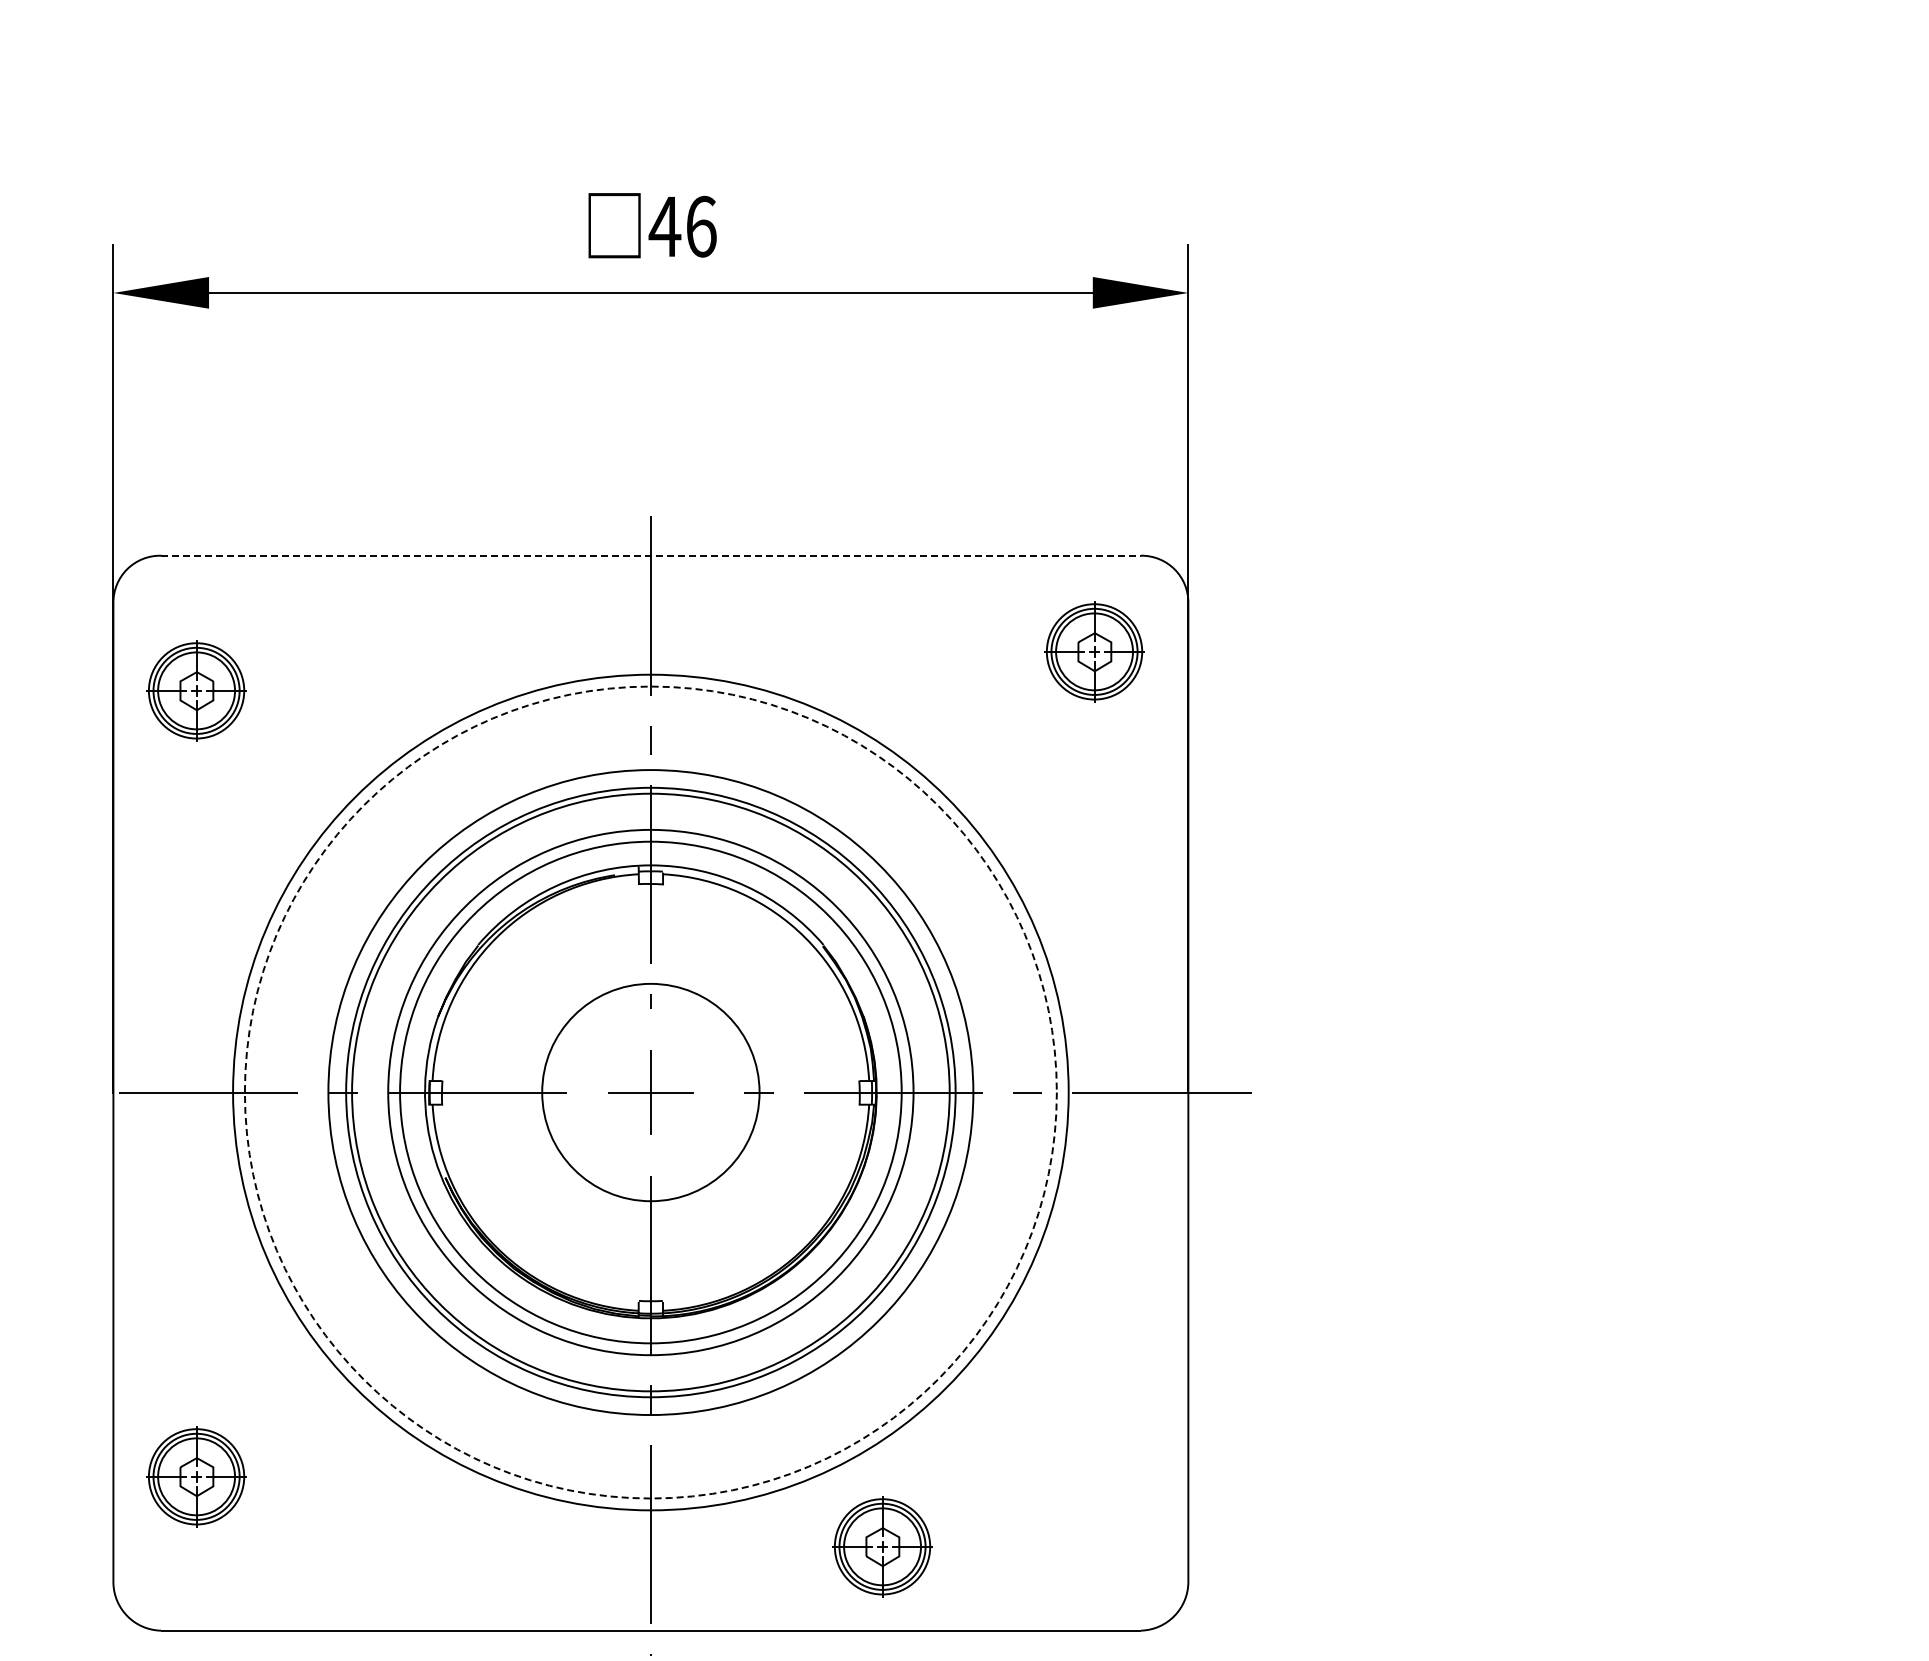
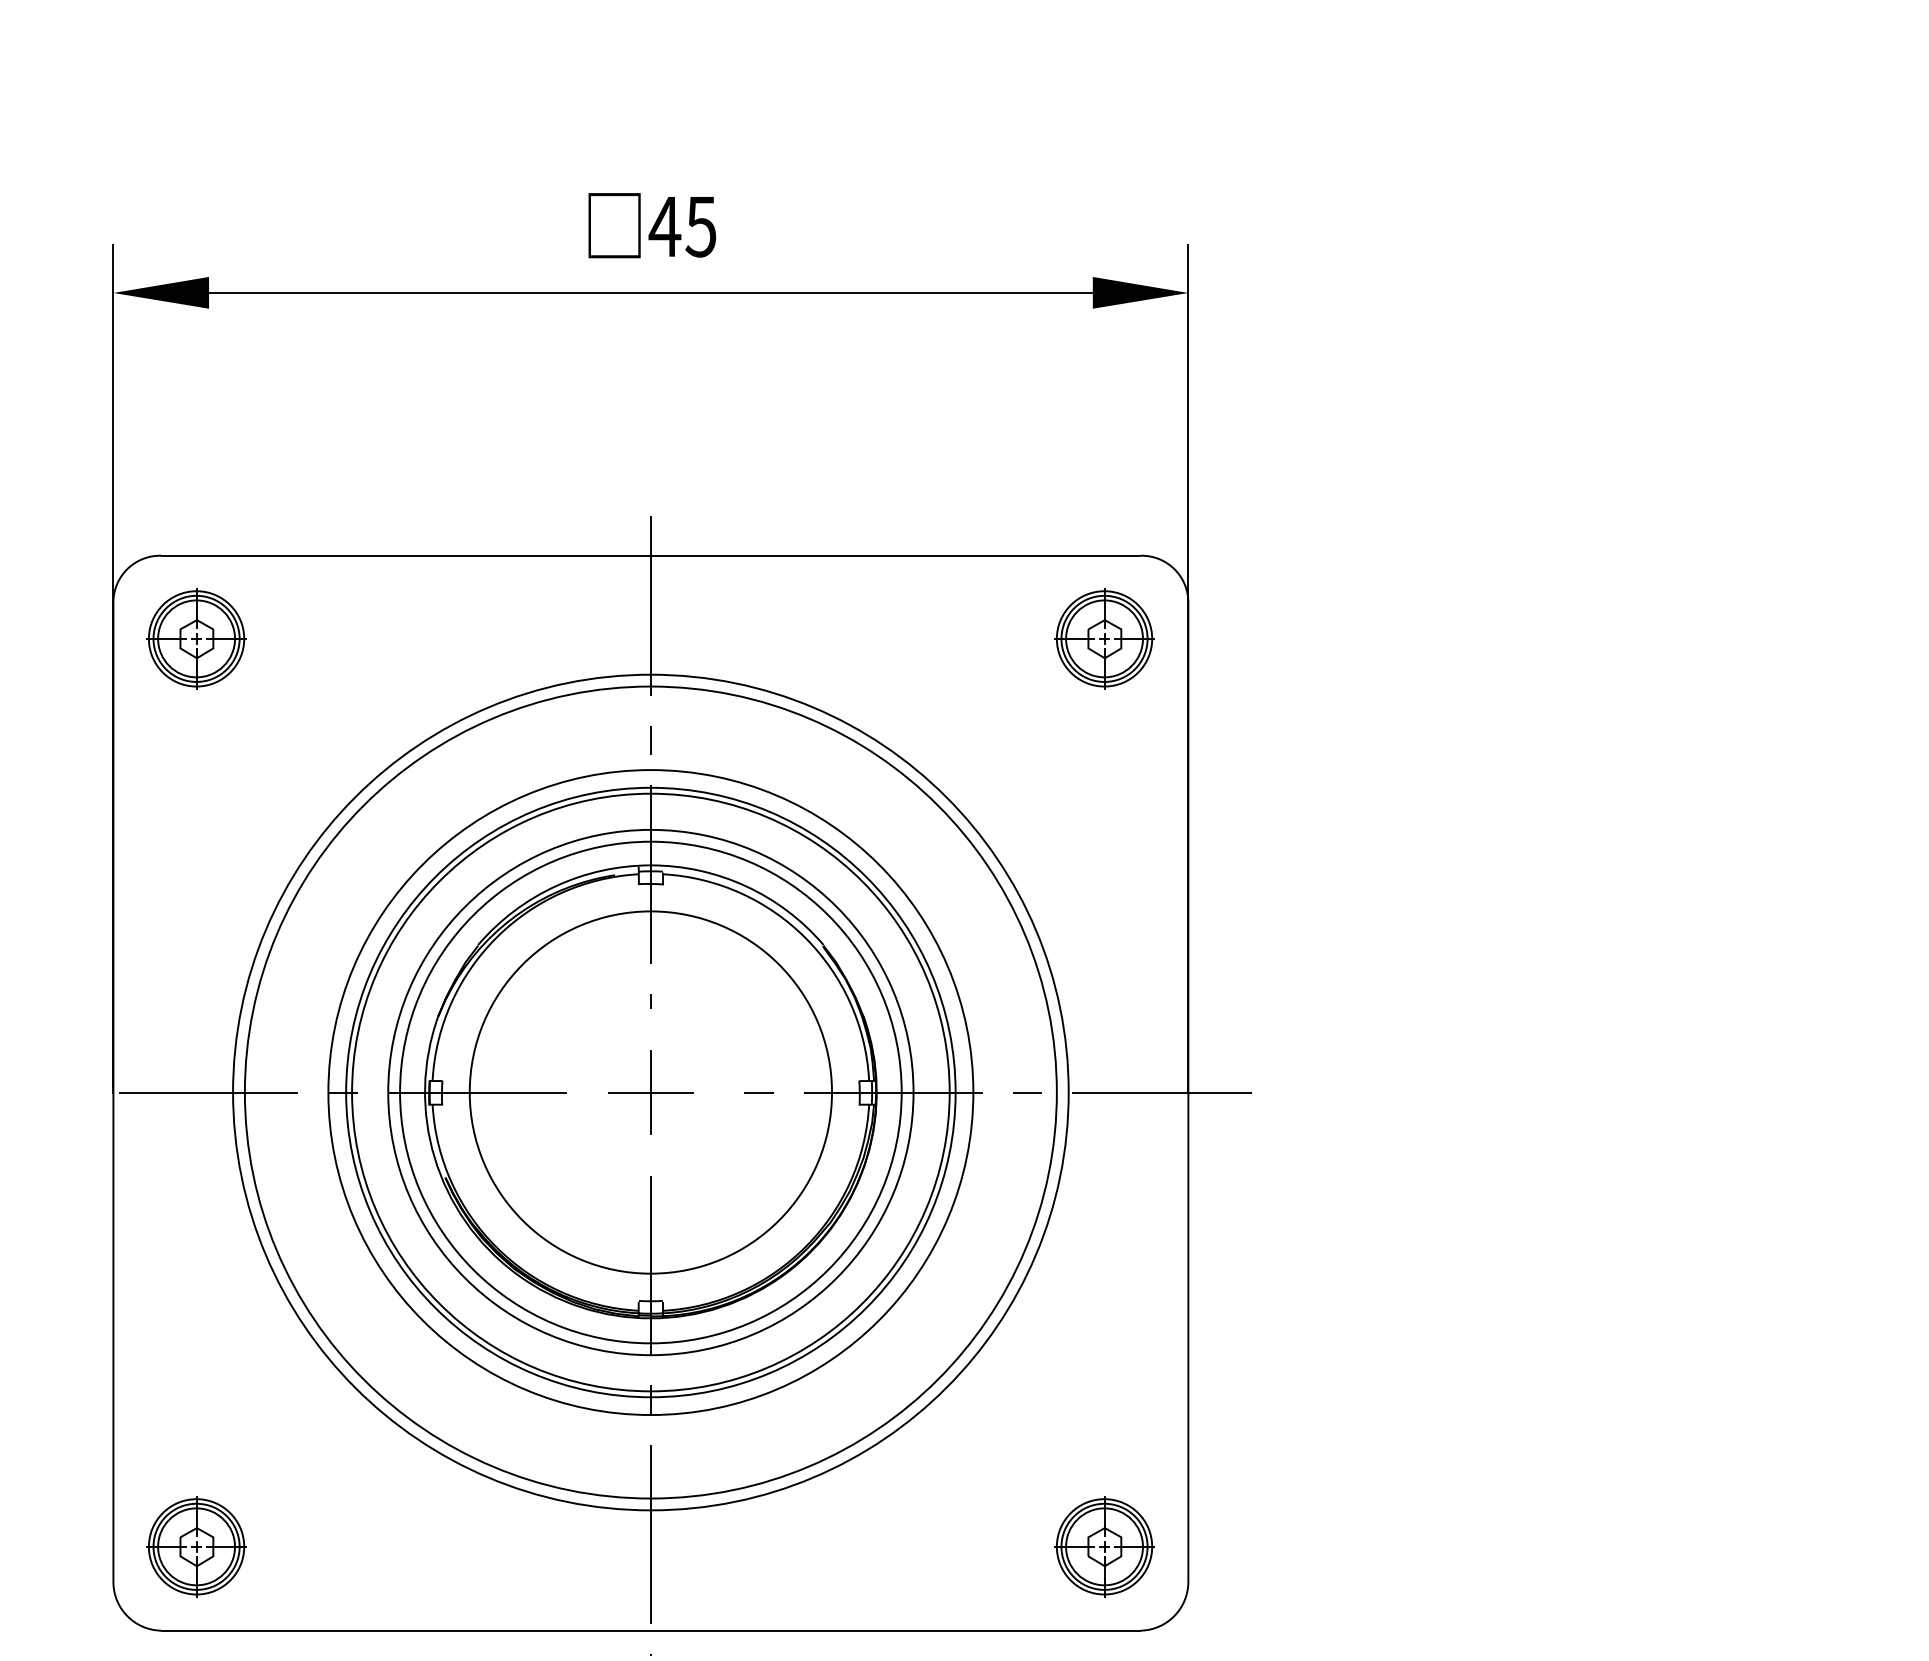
text at (700, 226): 46 -> 45
line at (651, 555): dashed -> solid
part at (1094, 651) position: (1094, 651) -> (1104, 638)
part at (196, 690) position: (196, 690) -> (196, 638)
circle at (650, 1092) diameter: 217 px -> 362 px
circle at (650, 1092): dashed -> solid
part at (196, 1476) position: (196, 1476) -> (196, 1546)
part at (882, 1546) position: (882, 1546) -> (1104, 1546)
